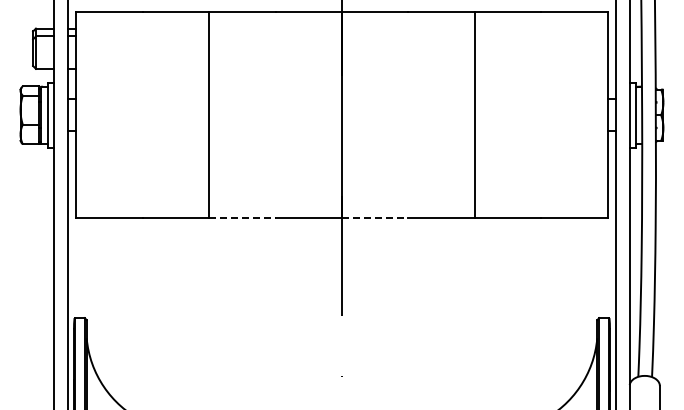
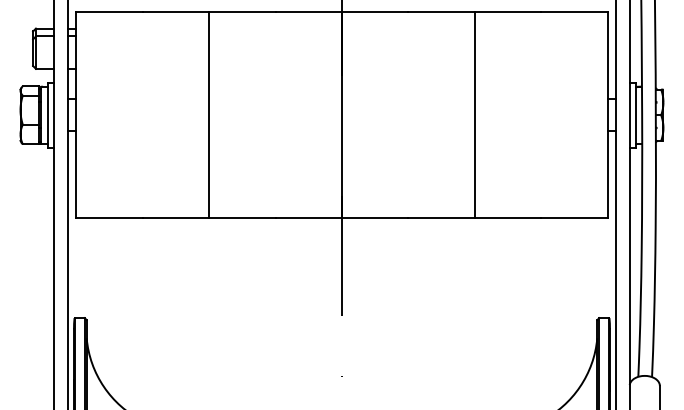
line at (242, 218): dashed -> solid
line at (375, 218): dashed -> solid
